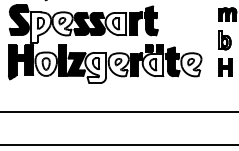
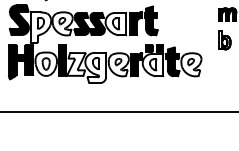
fill at (76, 64): present -> none
part at (225, 67): present -> none
line at (118, 144): present -> none
